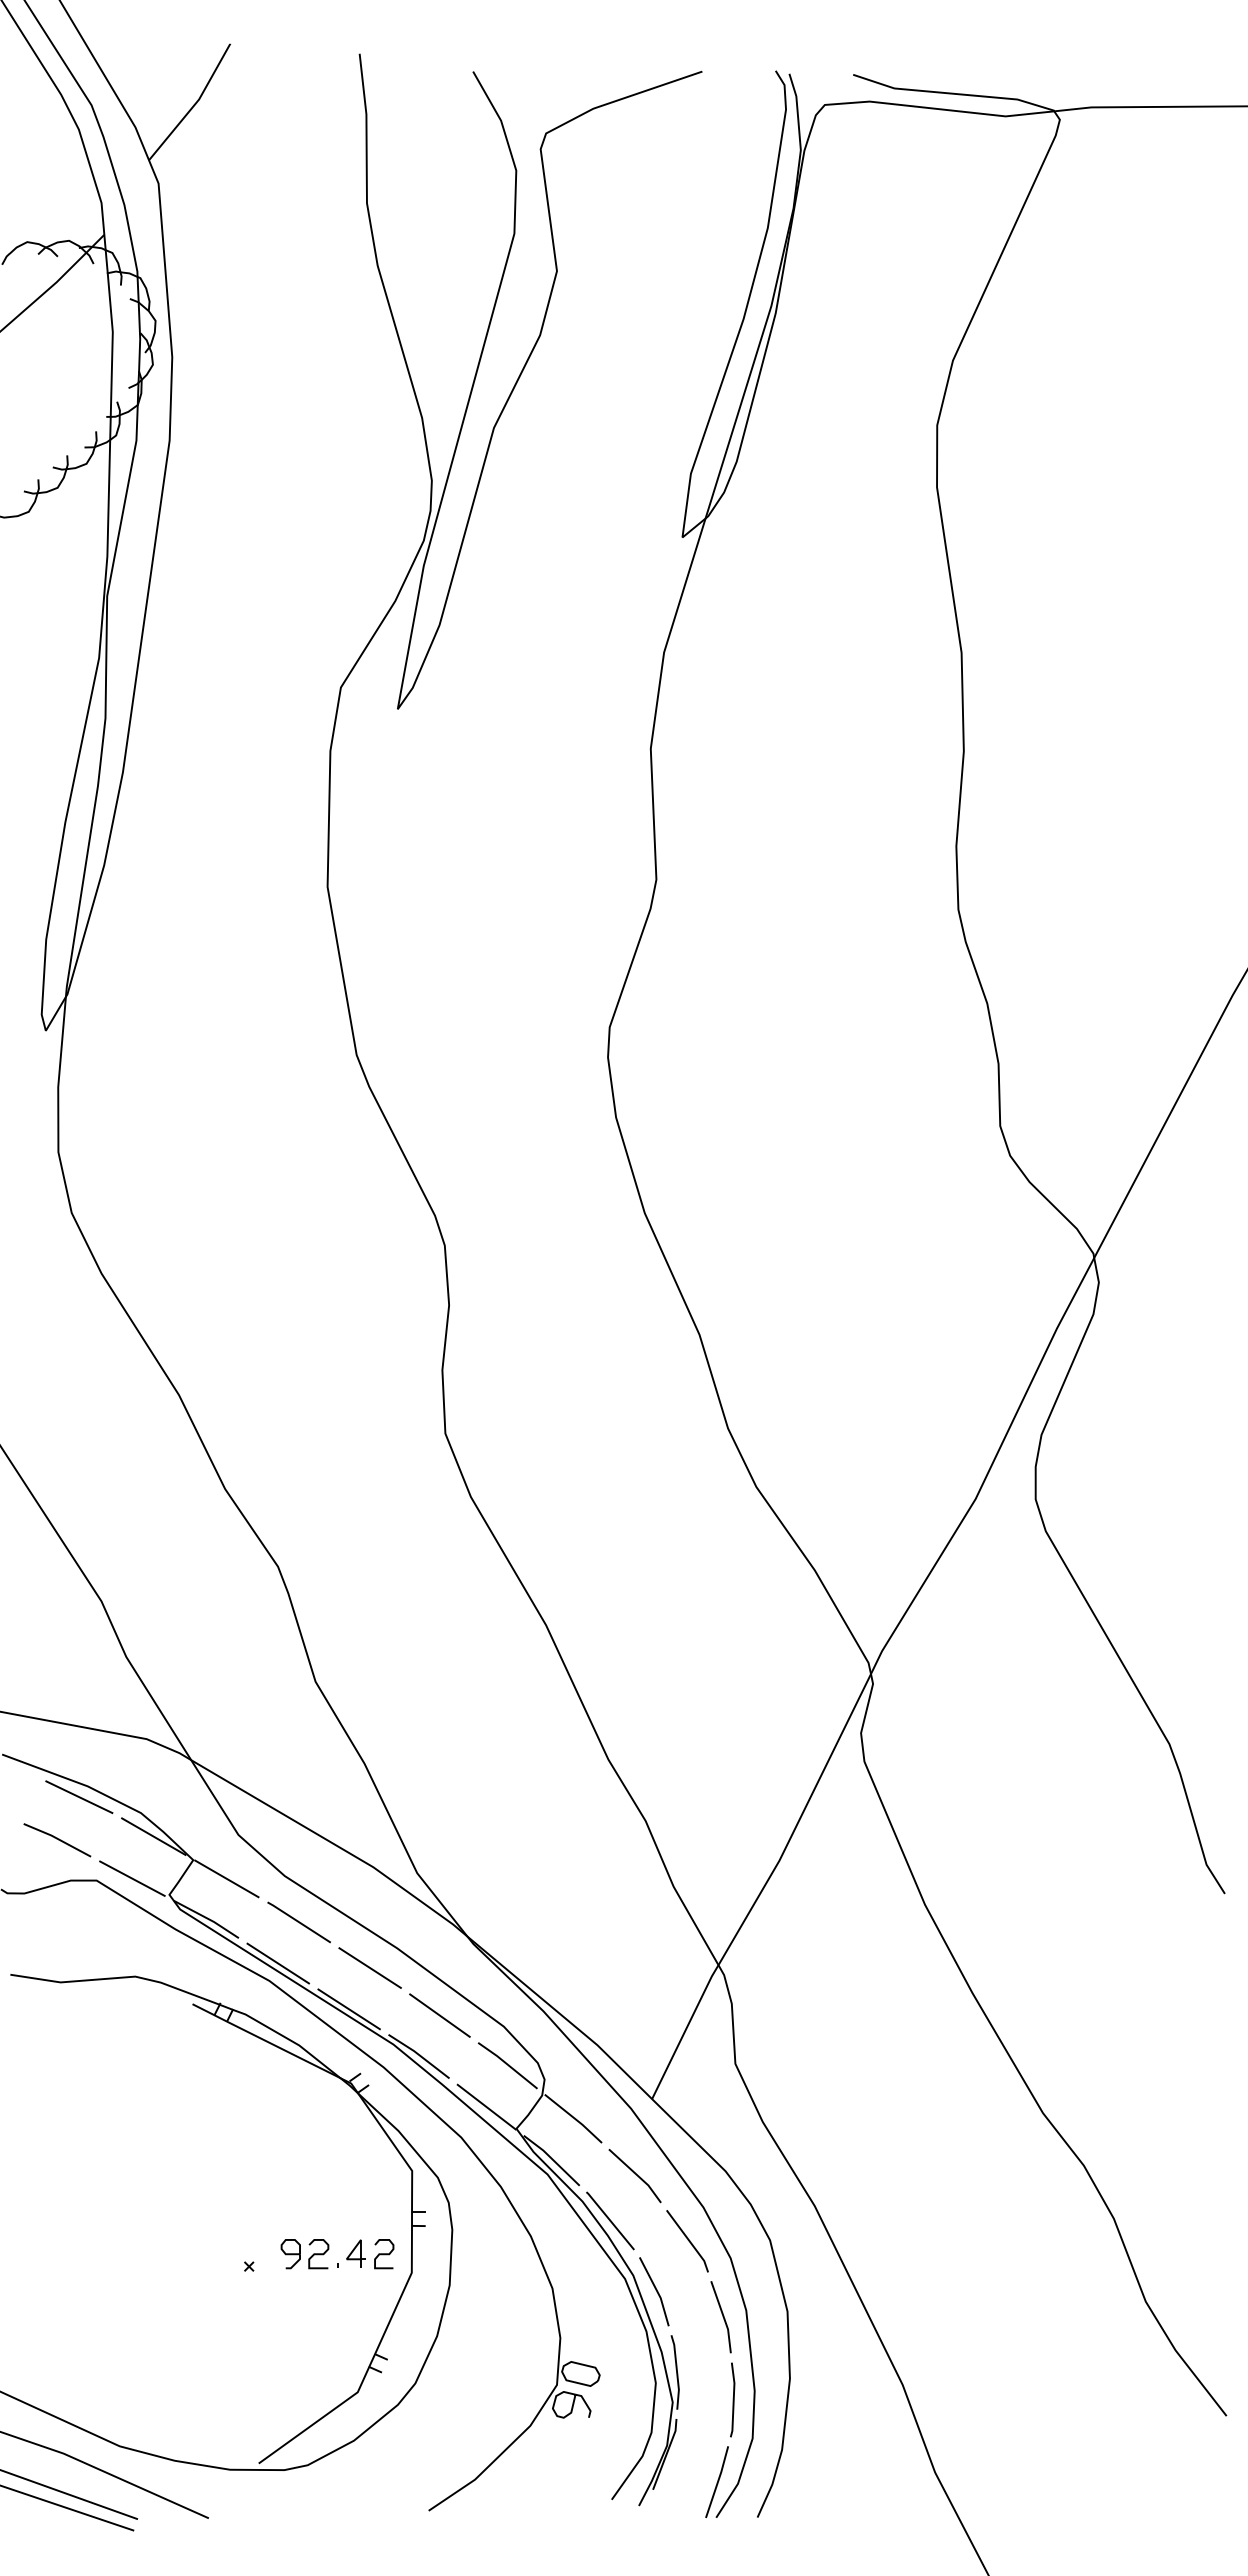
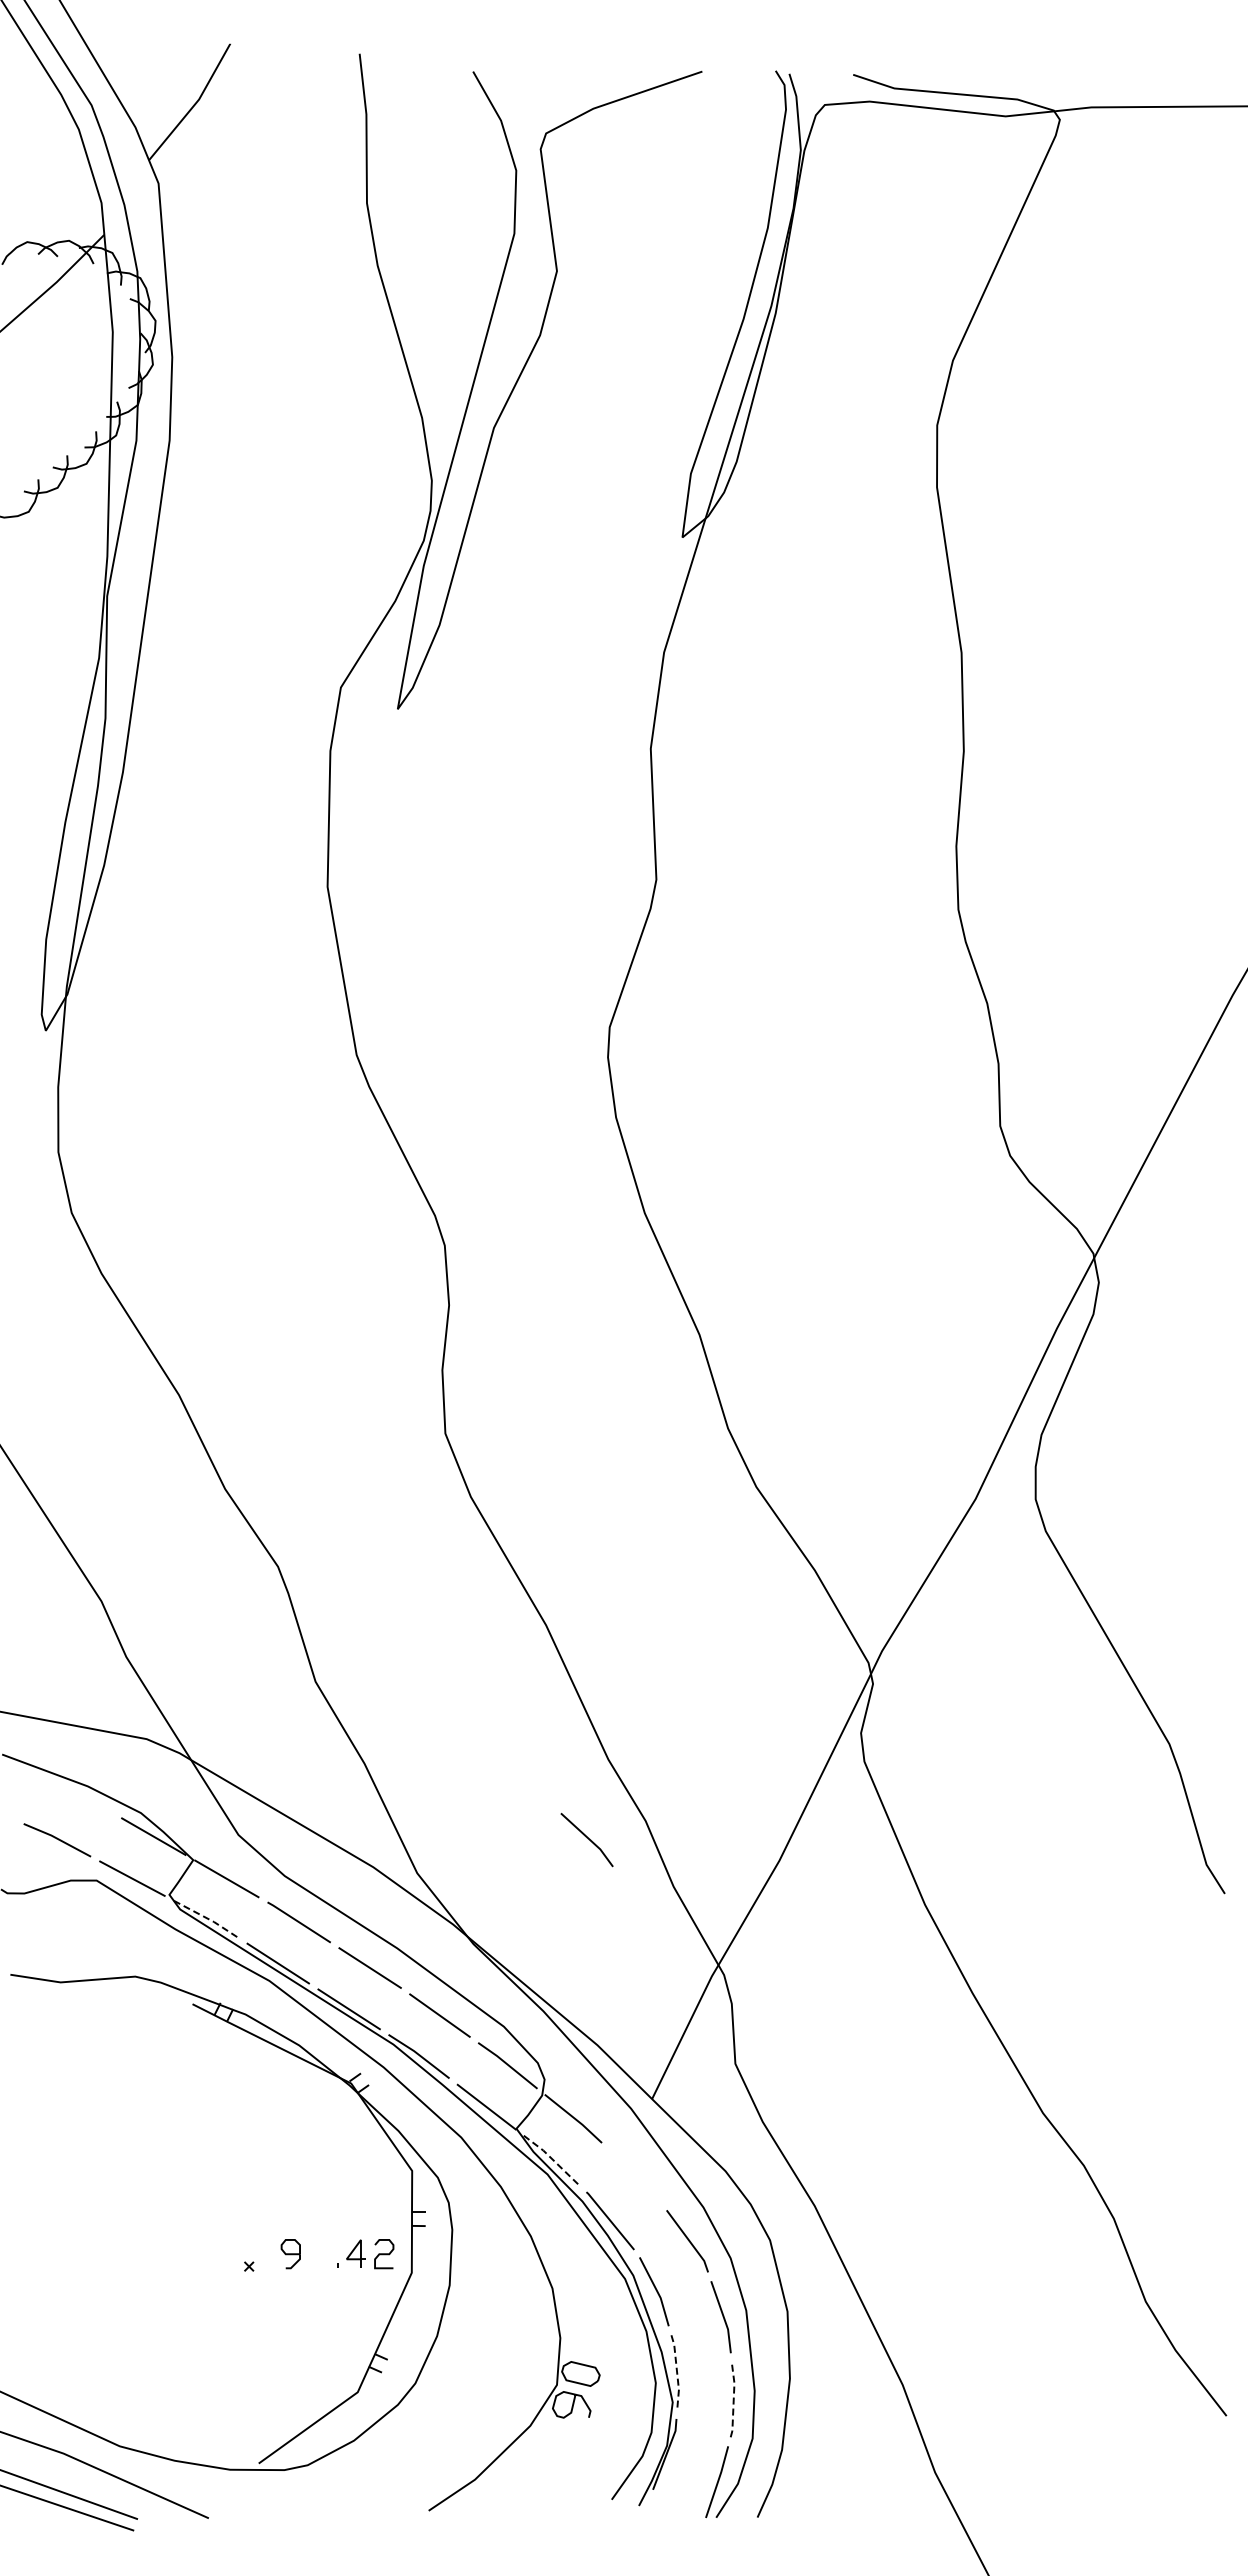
line at (79, 1796): present -> none
line at (208, 1918): solid -> dashed
line at (552, 2159): solid -> dashed
line at (634, 2174) position: (634, 2174) -> (586, 1838)
curve at (318, 2254): present -> none
line at (677, 2372): solid -> dashed
line at (733, 2400): solid -> dashed
